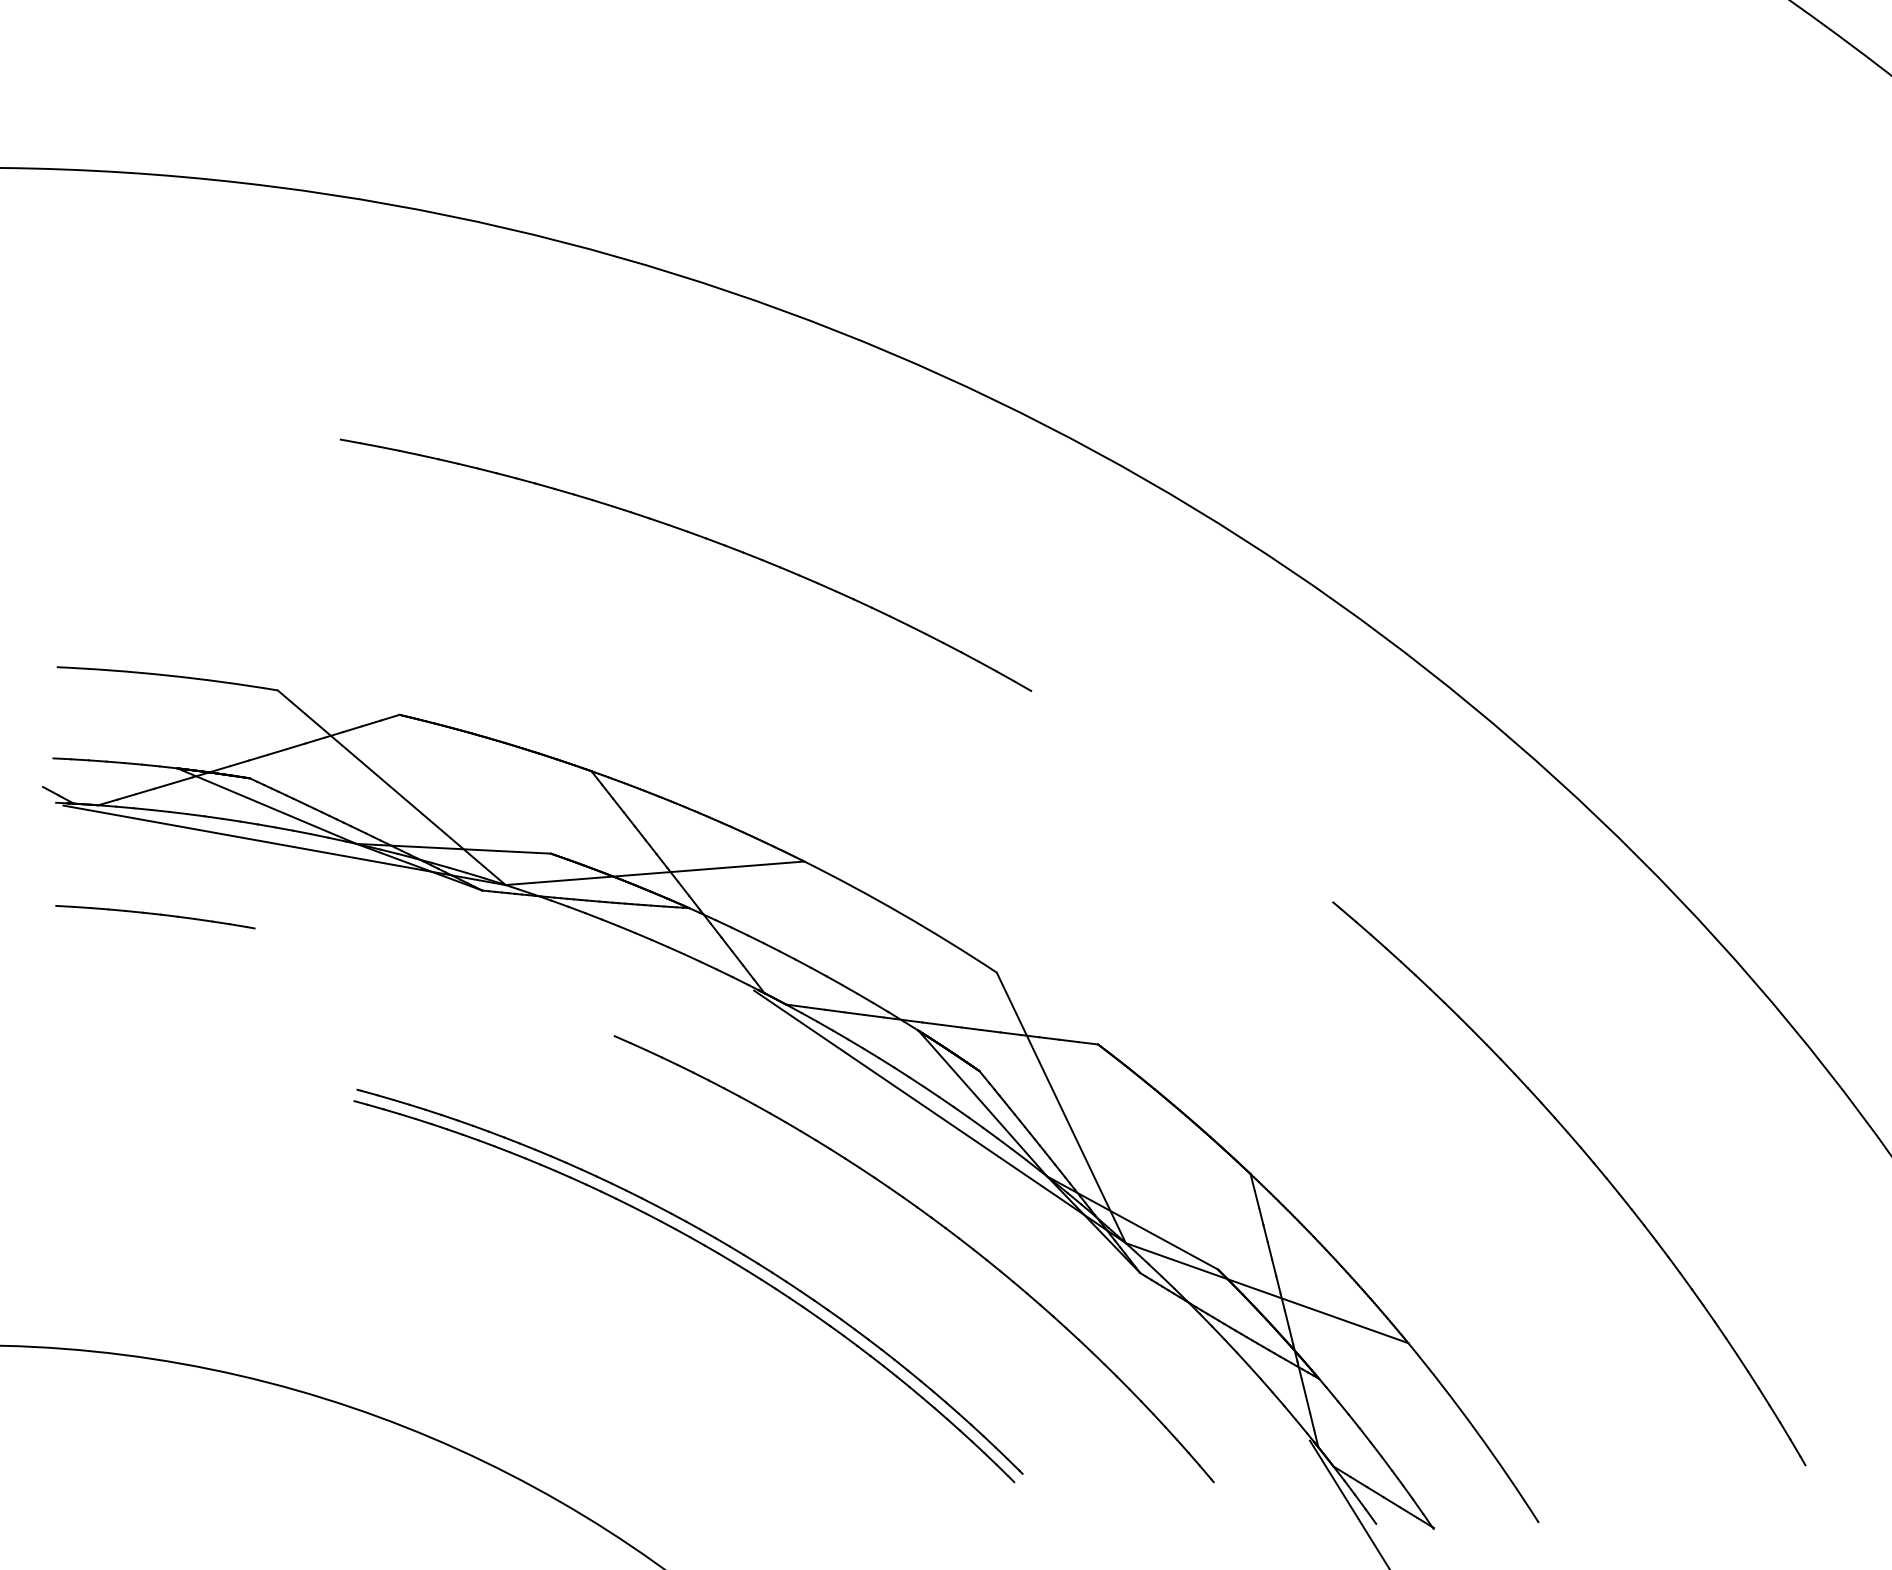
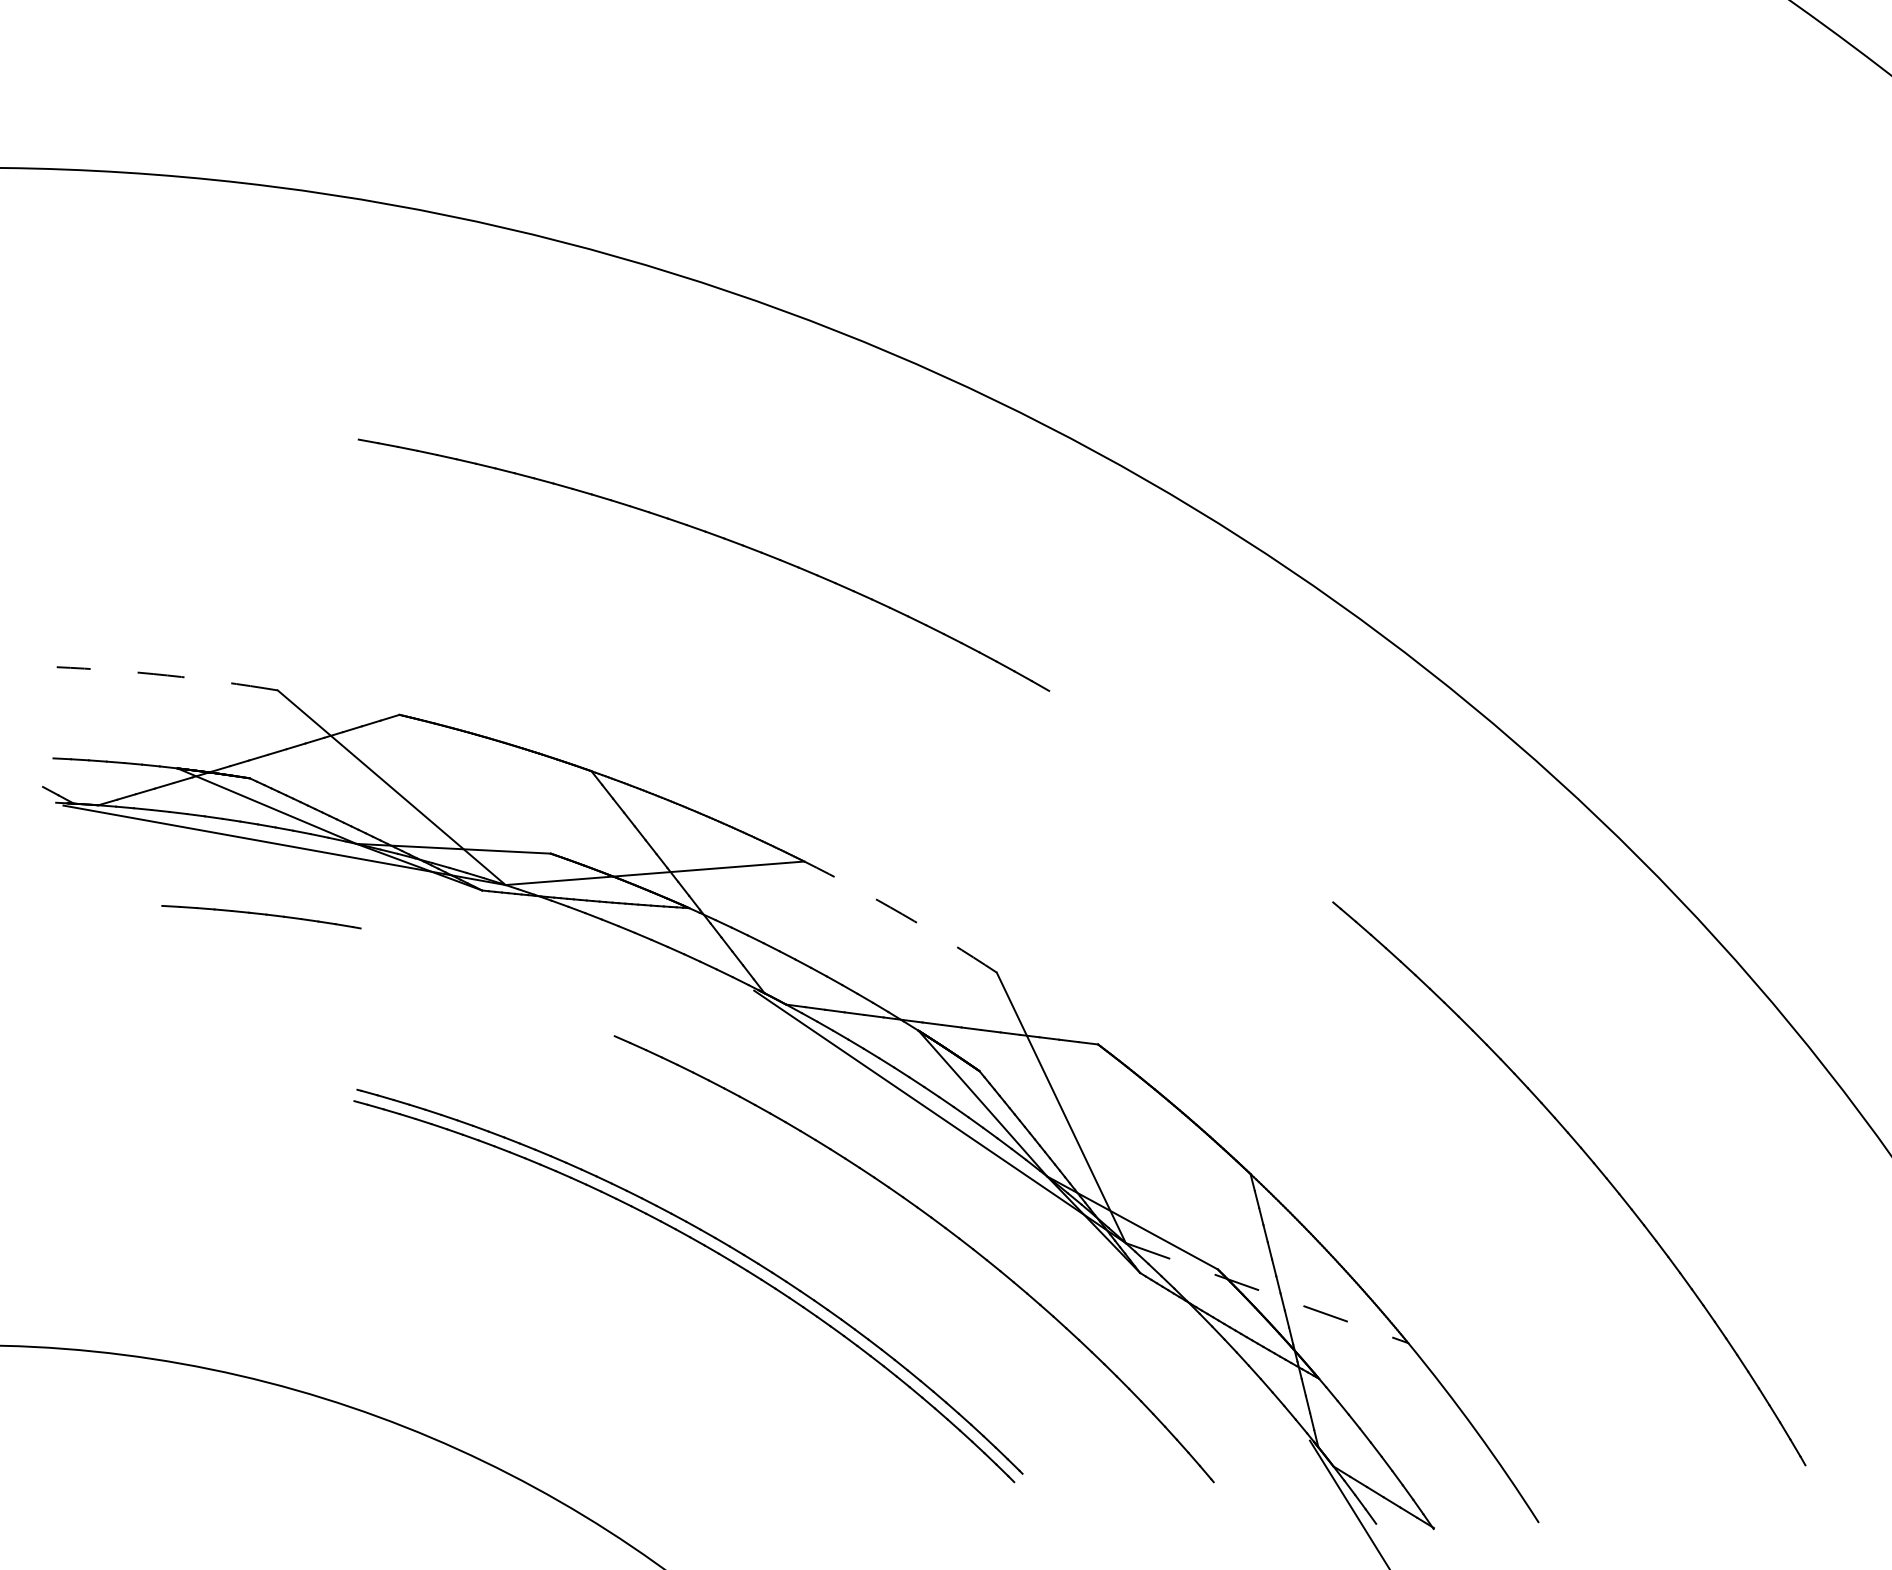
part at (694, 535) position: (694, 535) -> (712, 535)
arc at (167, 675): solid -> dashed
arc at (902, 914): solid -> dashed
part at (155, 917) position: (155, 917) -> (261, 917)
line at (1267, 1293): solid -> dashed
